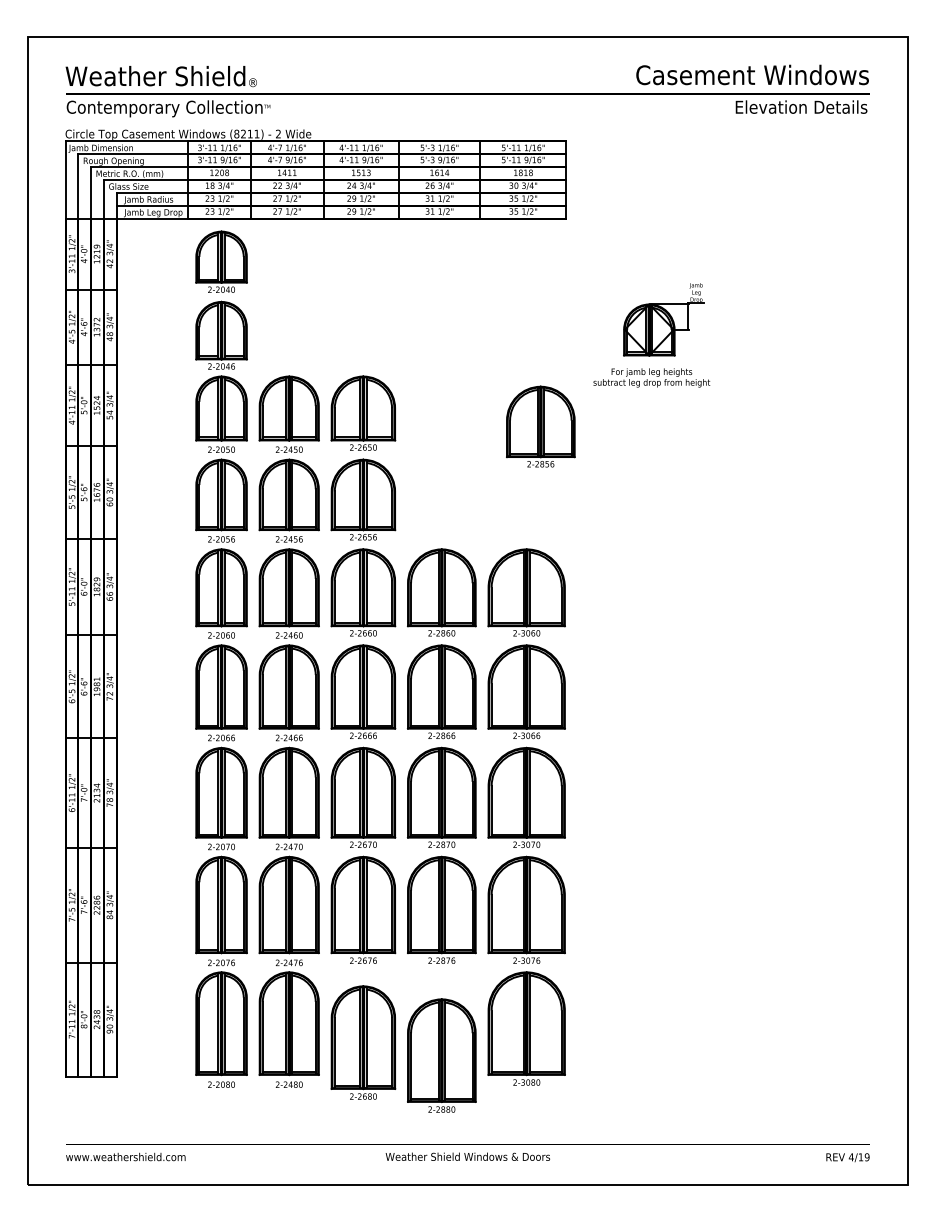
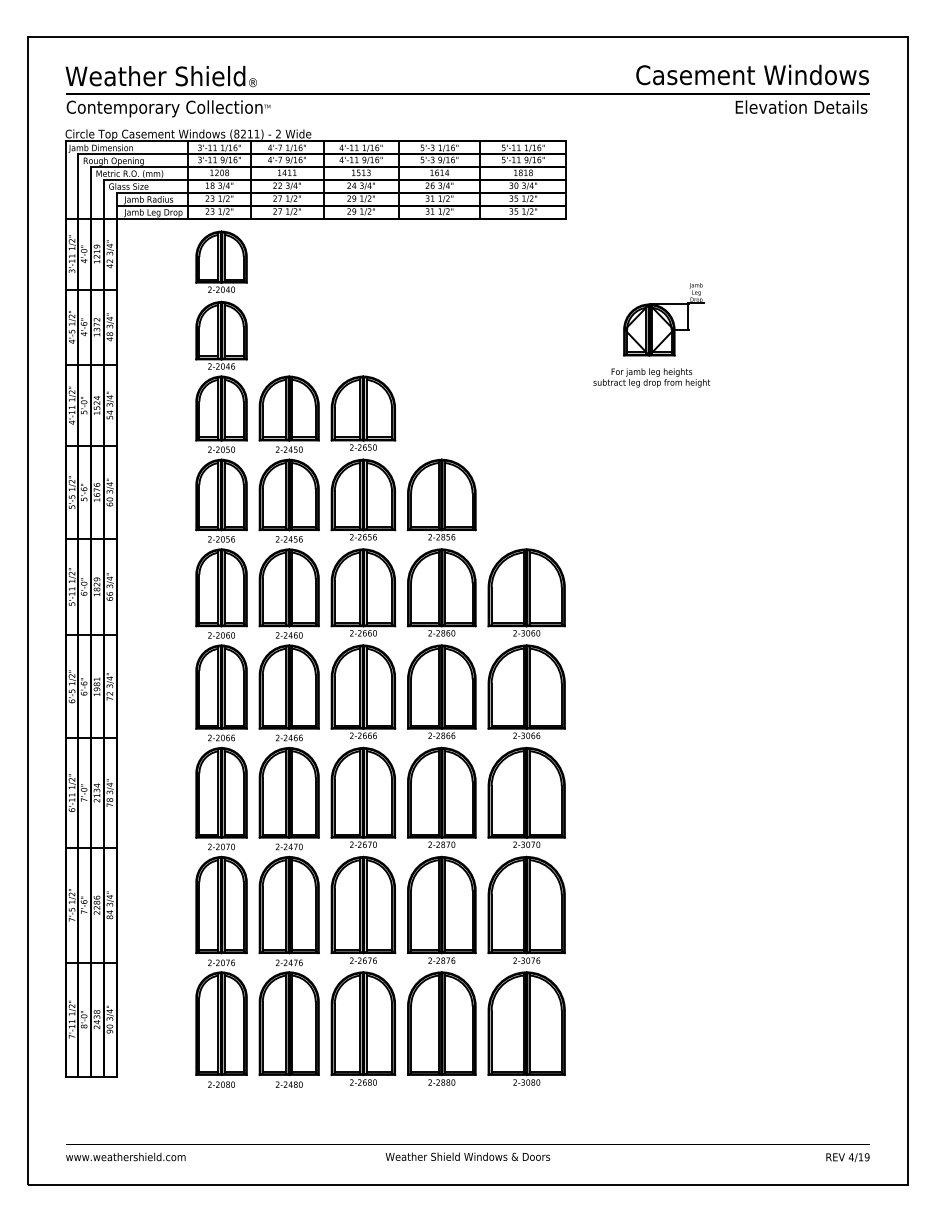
part at (540, 426) position: (540, 426) -> (441, 499)
part at (363, 1042) position: (363, 1042) -> (363, 1028)
part at (441, 1055) position: (441, 1055) -> (441, 1028)
